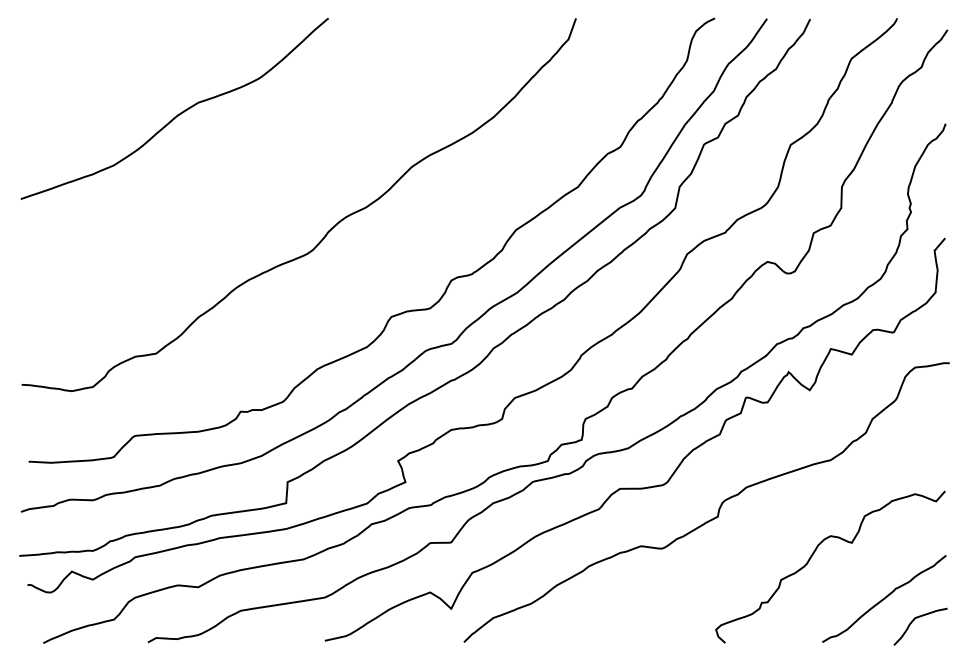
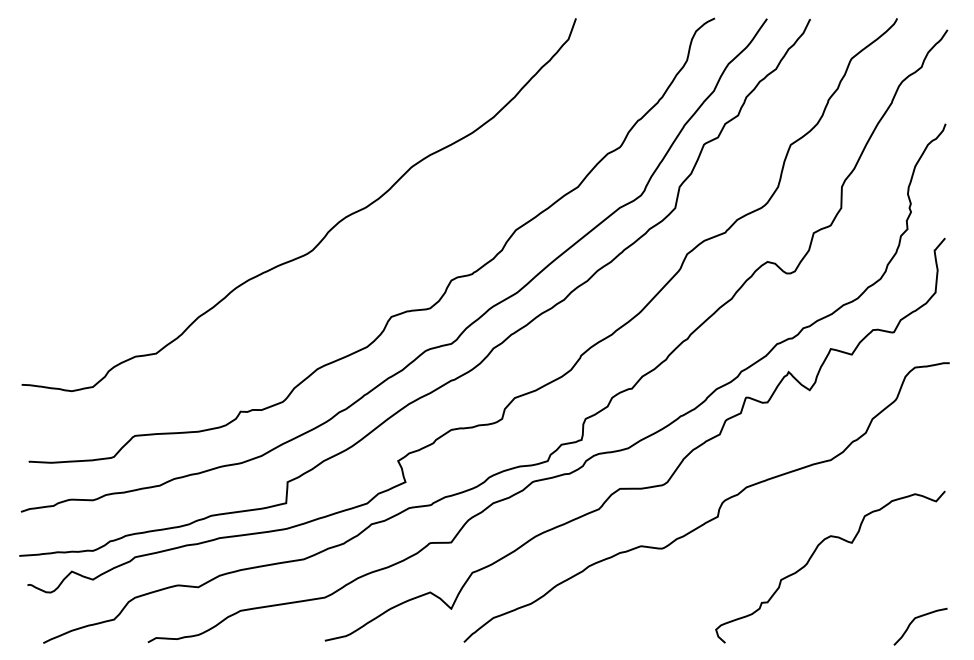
curve at (177, 114): present -> none
curve at (884, 598): present -> none
